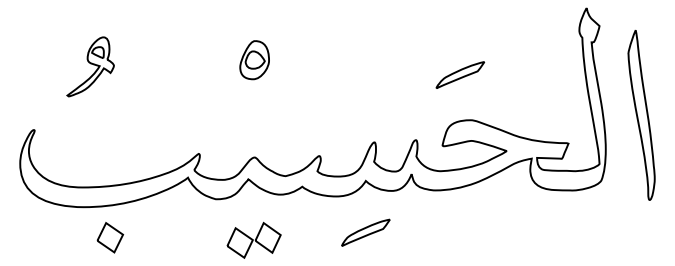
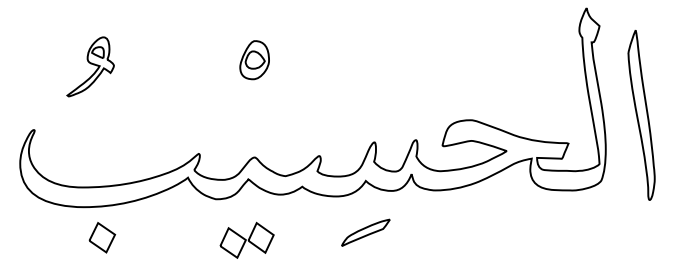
part at (460, 74): present -> none
part at (110, 237) position: (110, 237) -> (102, 237)
part at (253, 239) position: (253, 239) -> (246, 239)
